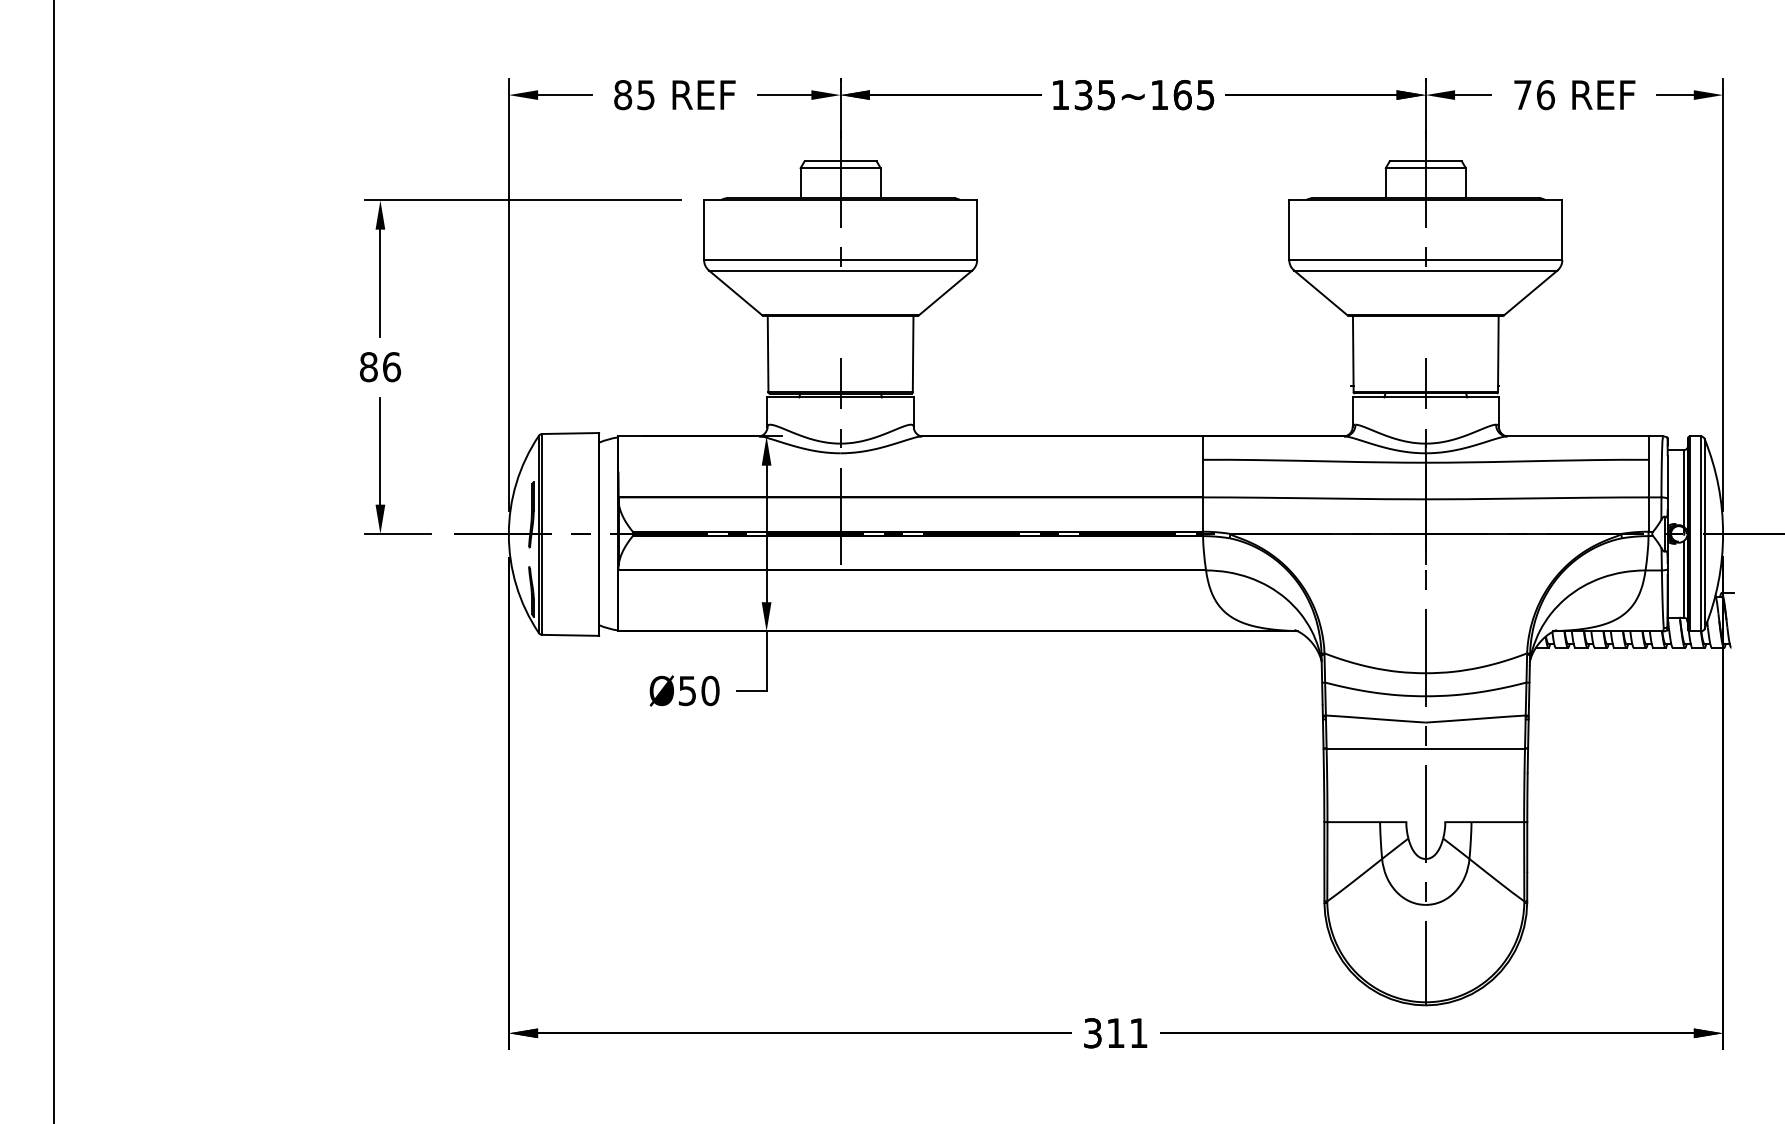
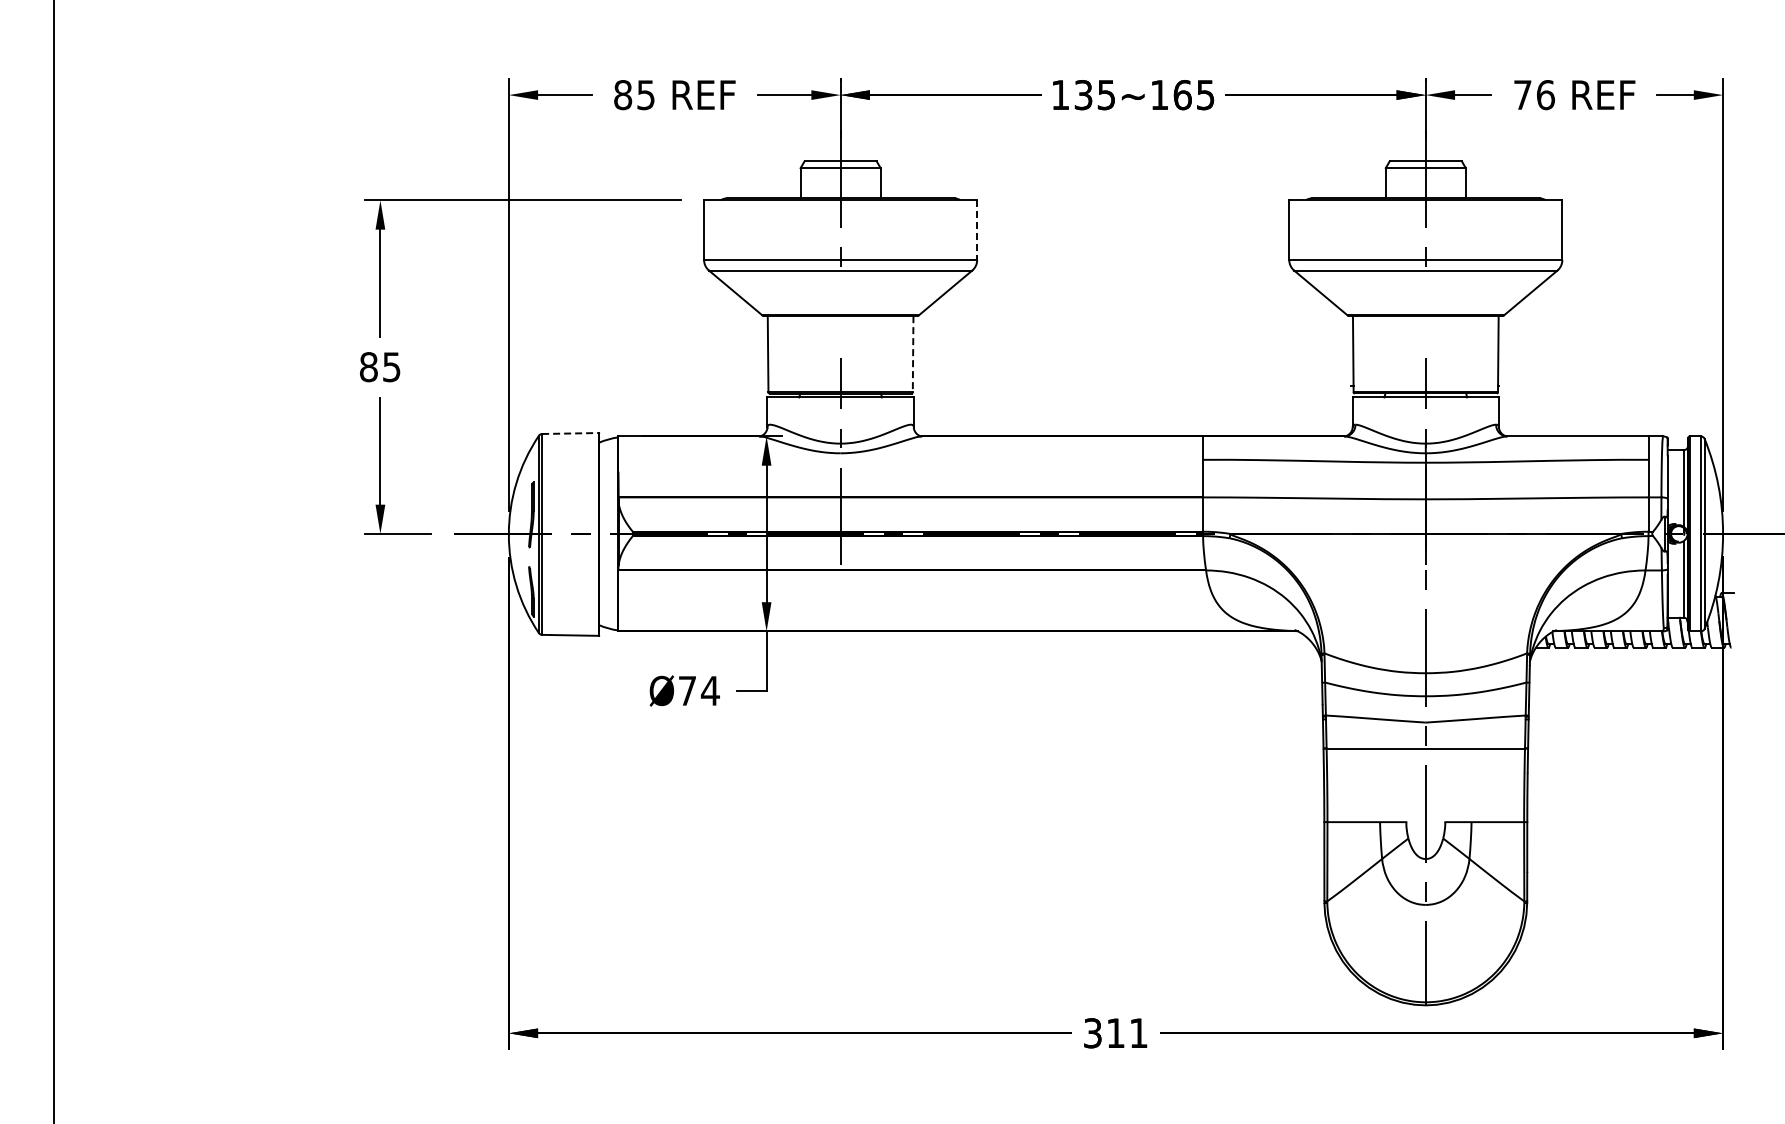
line at (977, 230): solid -> dashed
line at (913, 354): solid -> dashed
text at (392, 367): 86 -> 85
line at (571, 433): solid -> dashed
text at (699, 690): Ø50 -> Ø74
